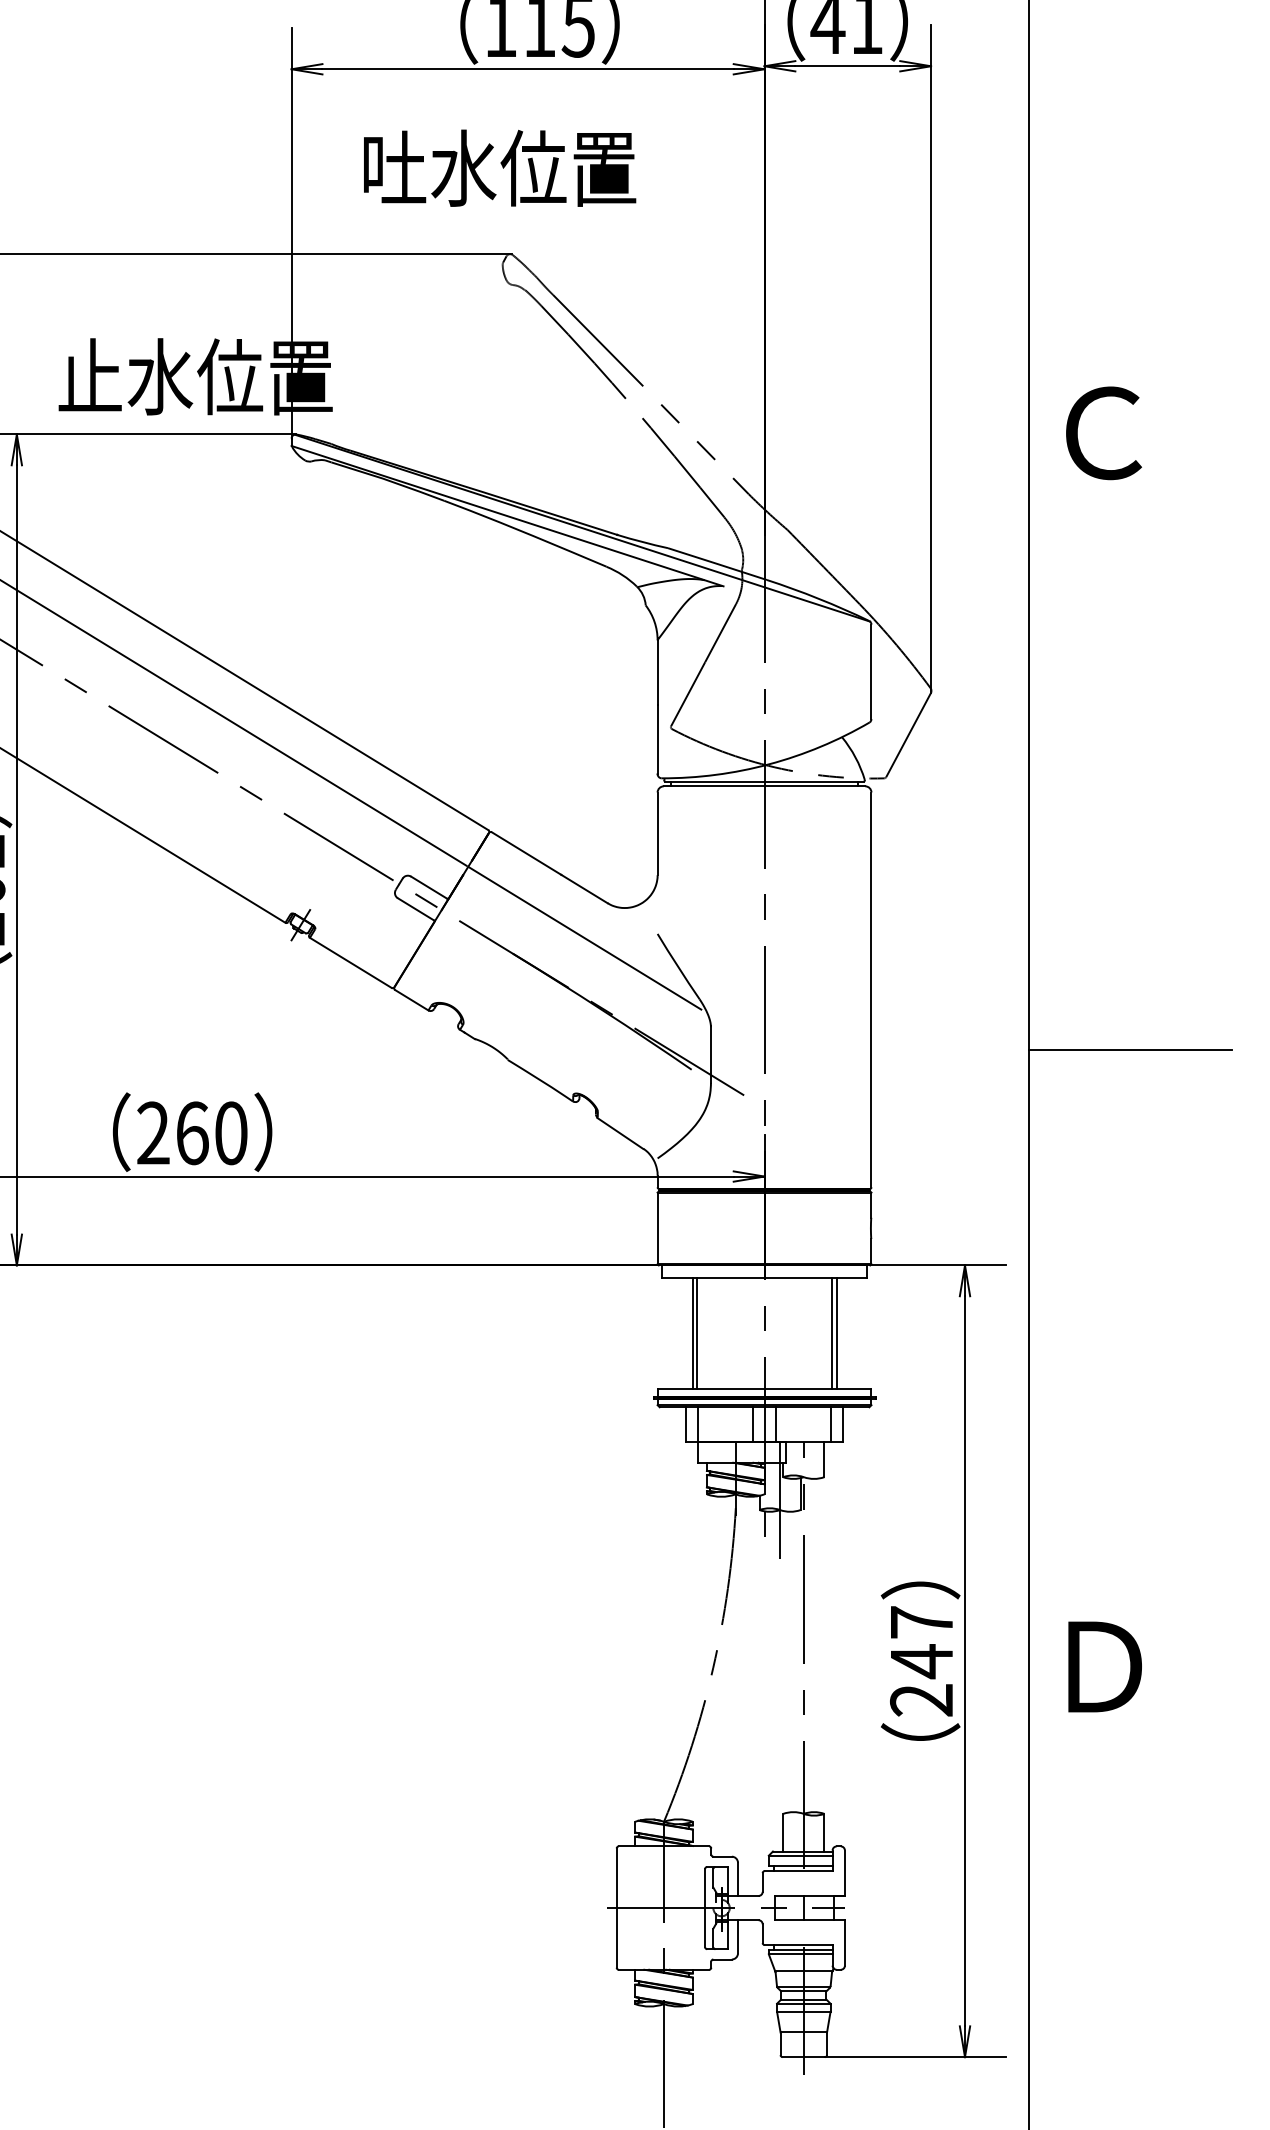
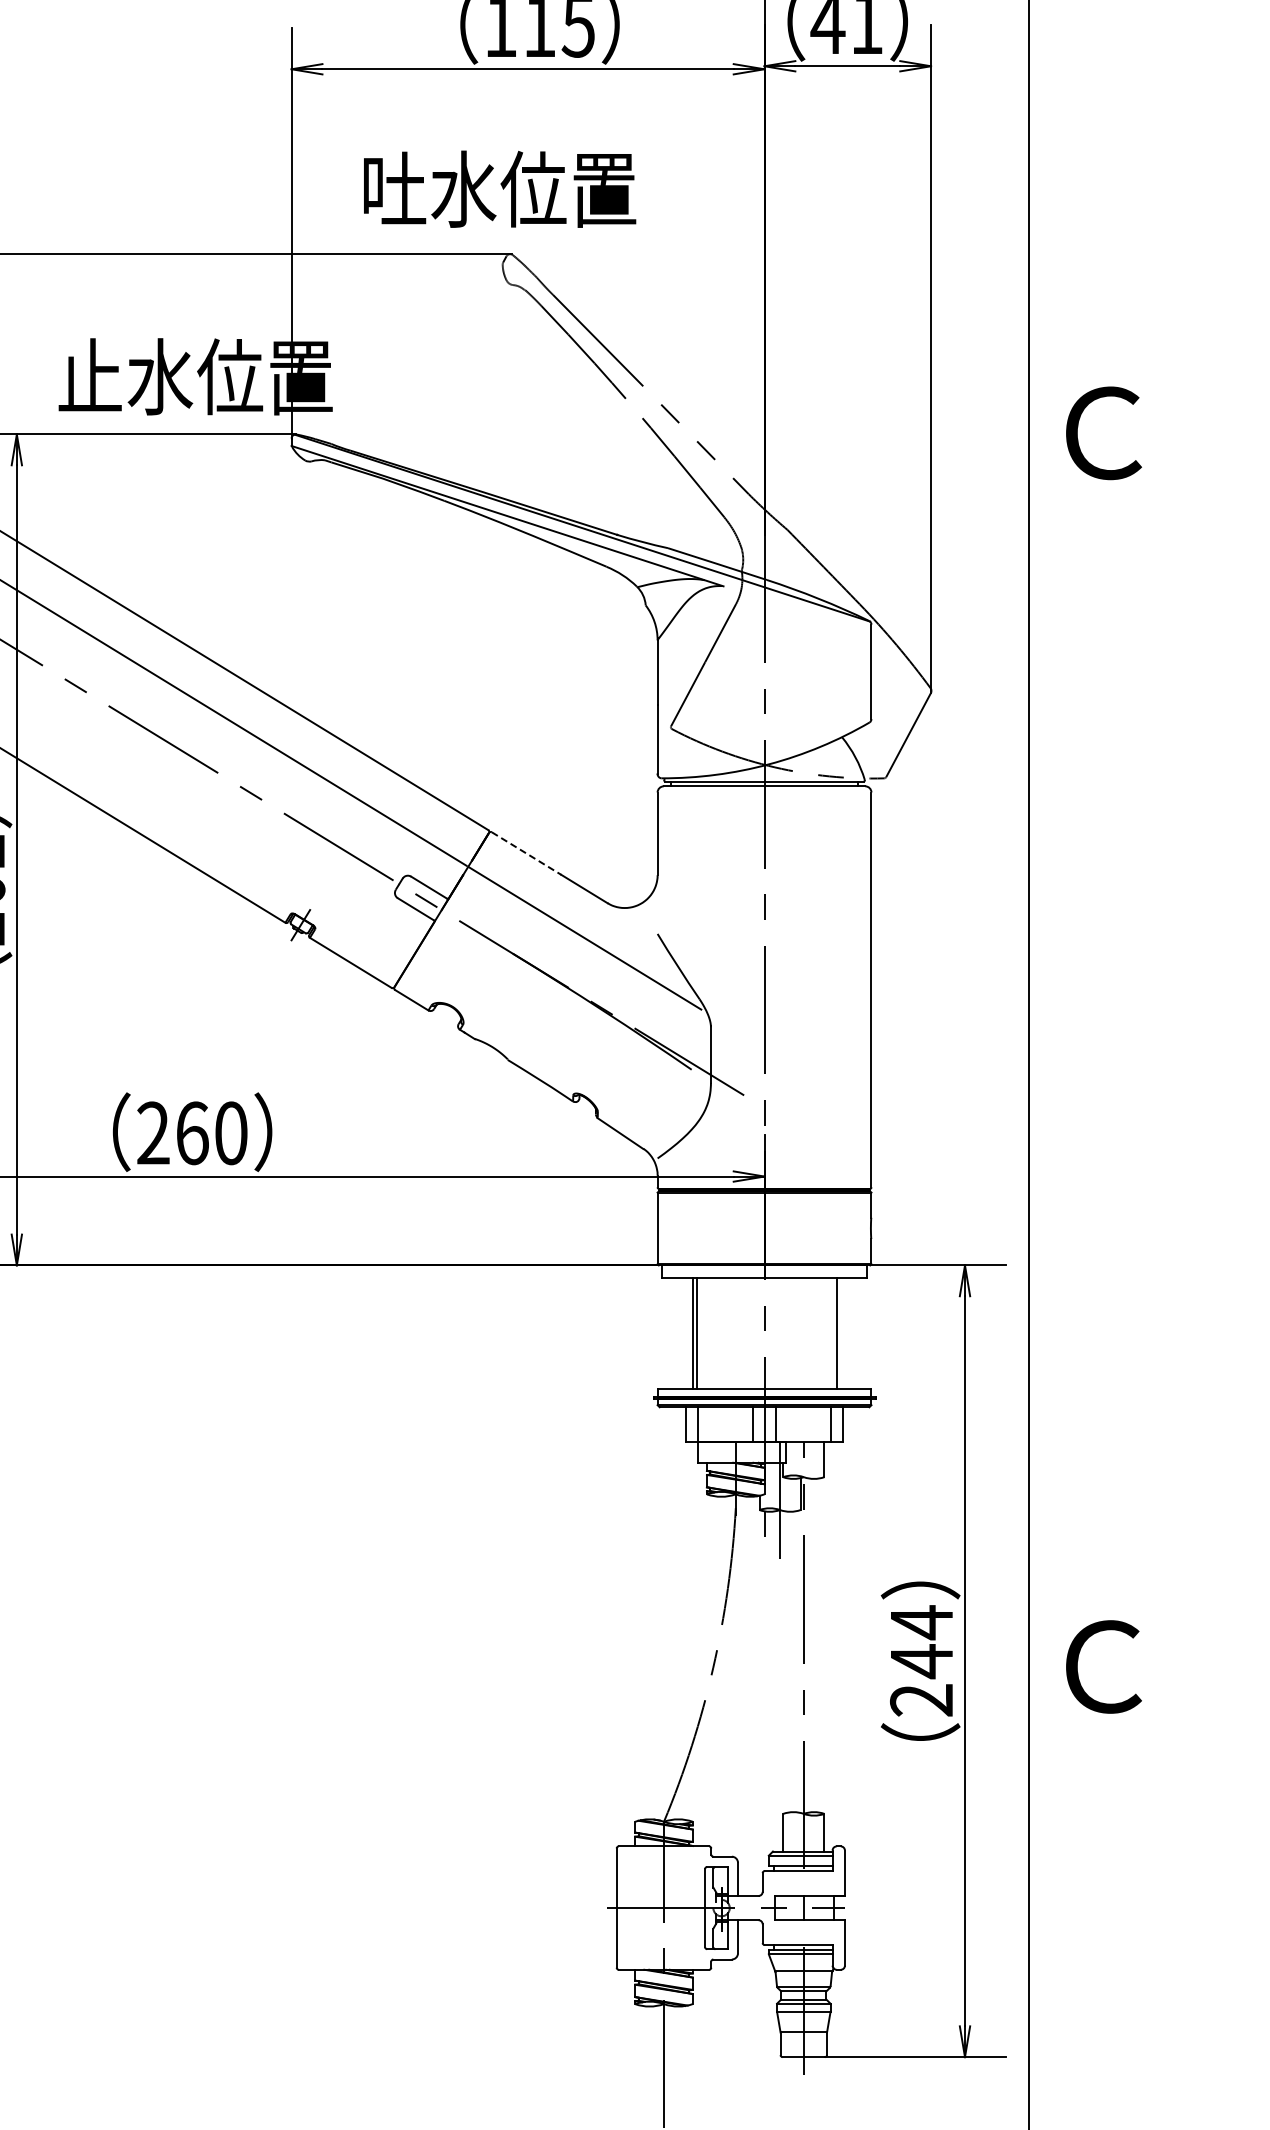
text at (500, 167) position: (500, 167) -> (500, 188)
line at (526, 853): solid -> dashed
line at (1130, 1050): present -> none
line at (832, 1332): present -> none
text at (921, 1622): 247 -> 244
text at (1103, 1666): Ｄ -> Ｃ
